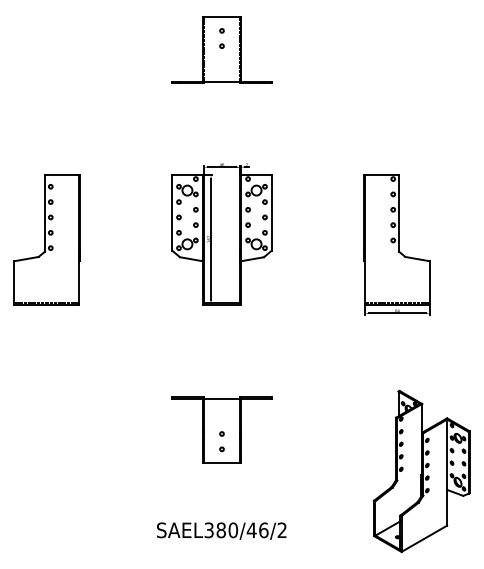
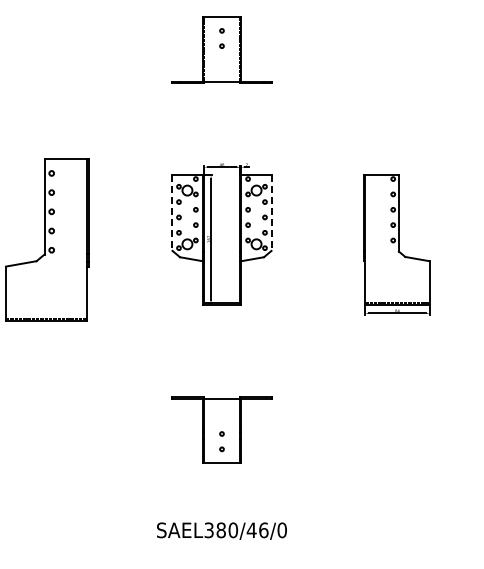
line at (172, 213): solid -> dashed
line at (271, 213): solid -> dashed
part at (46, 239) size: 68x132 px -> 85x164 px
part at (421, 471): present -> none
text at (281, 530): SAEL380/46/2 -> SAEL380/46/0
